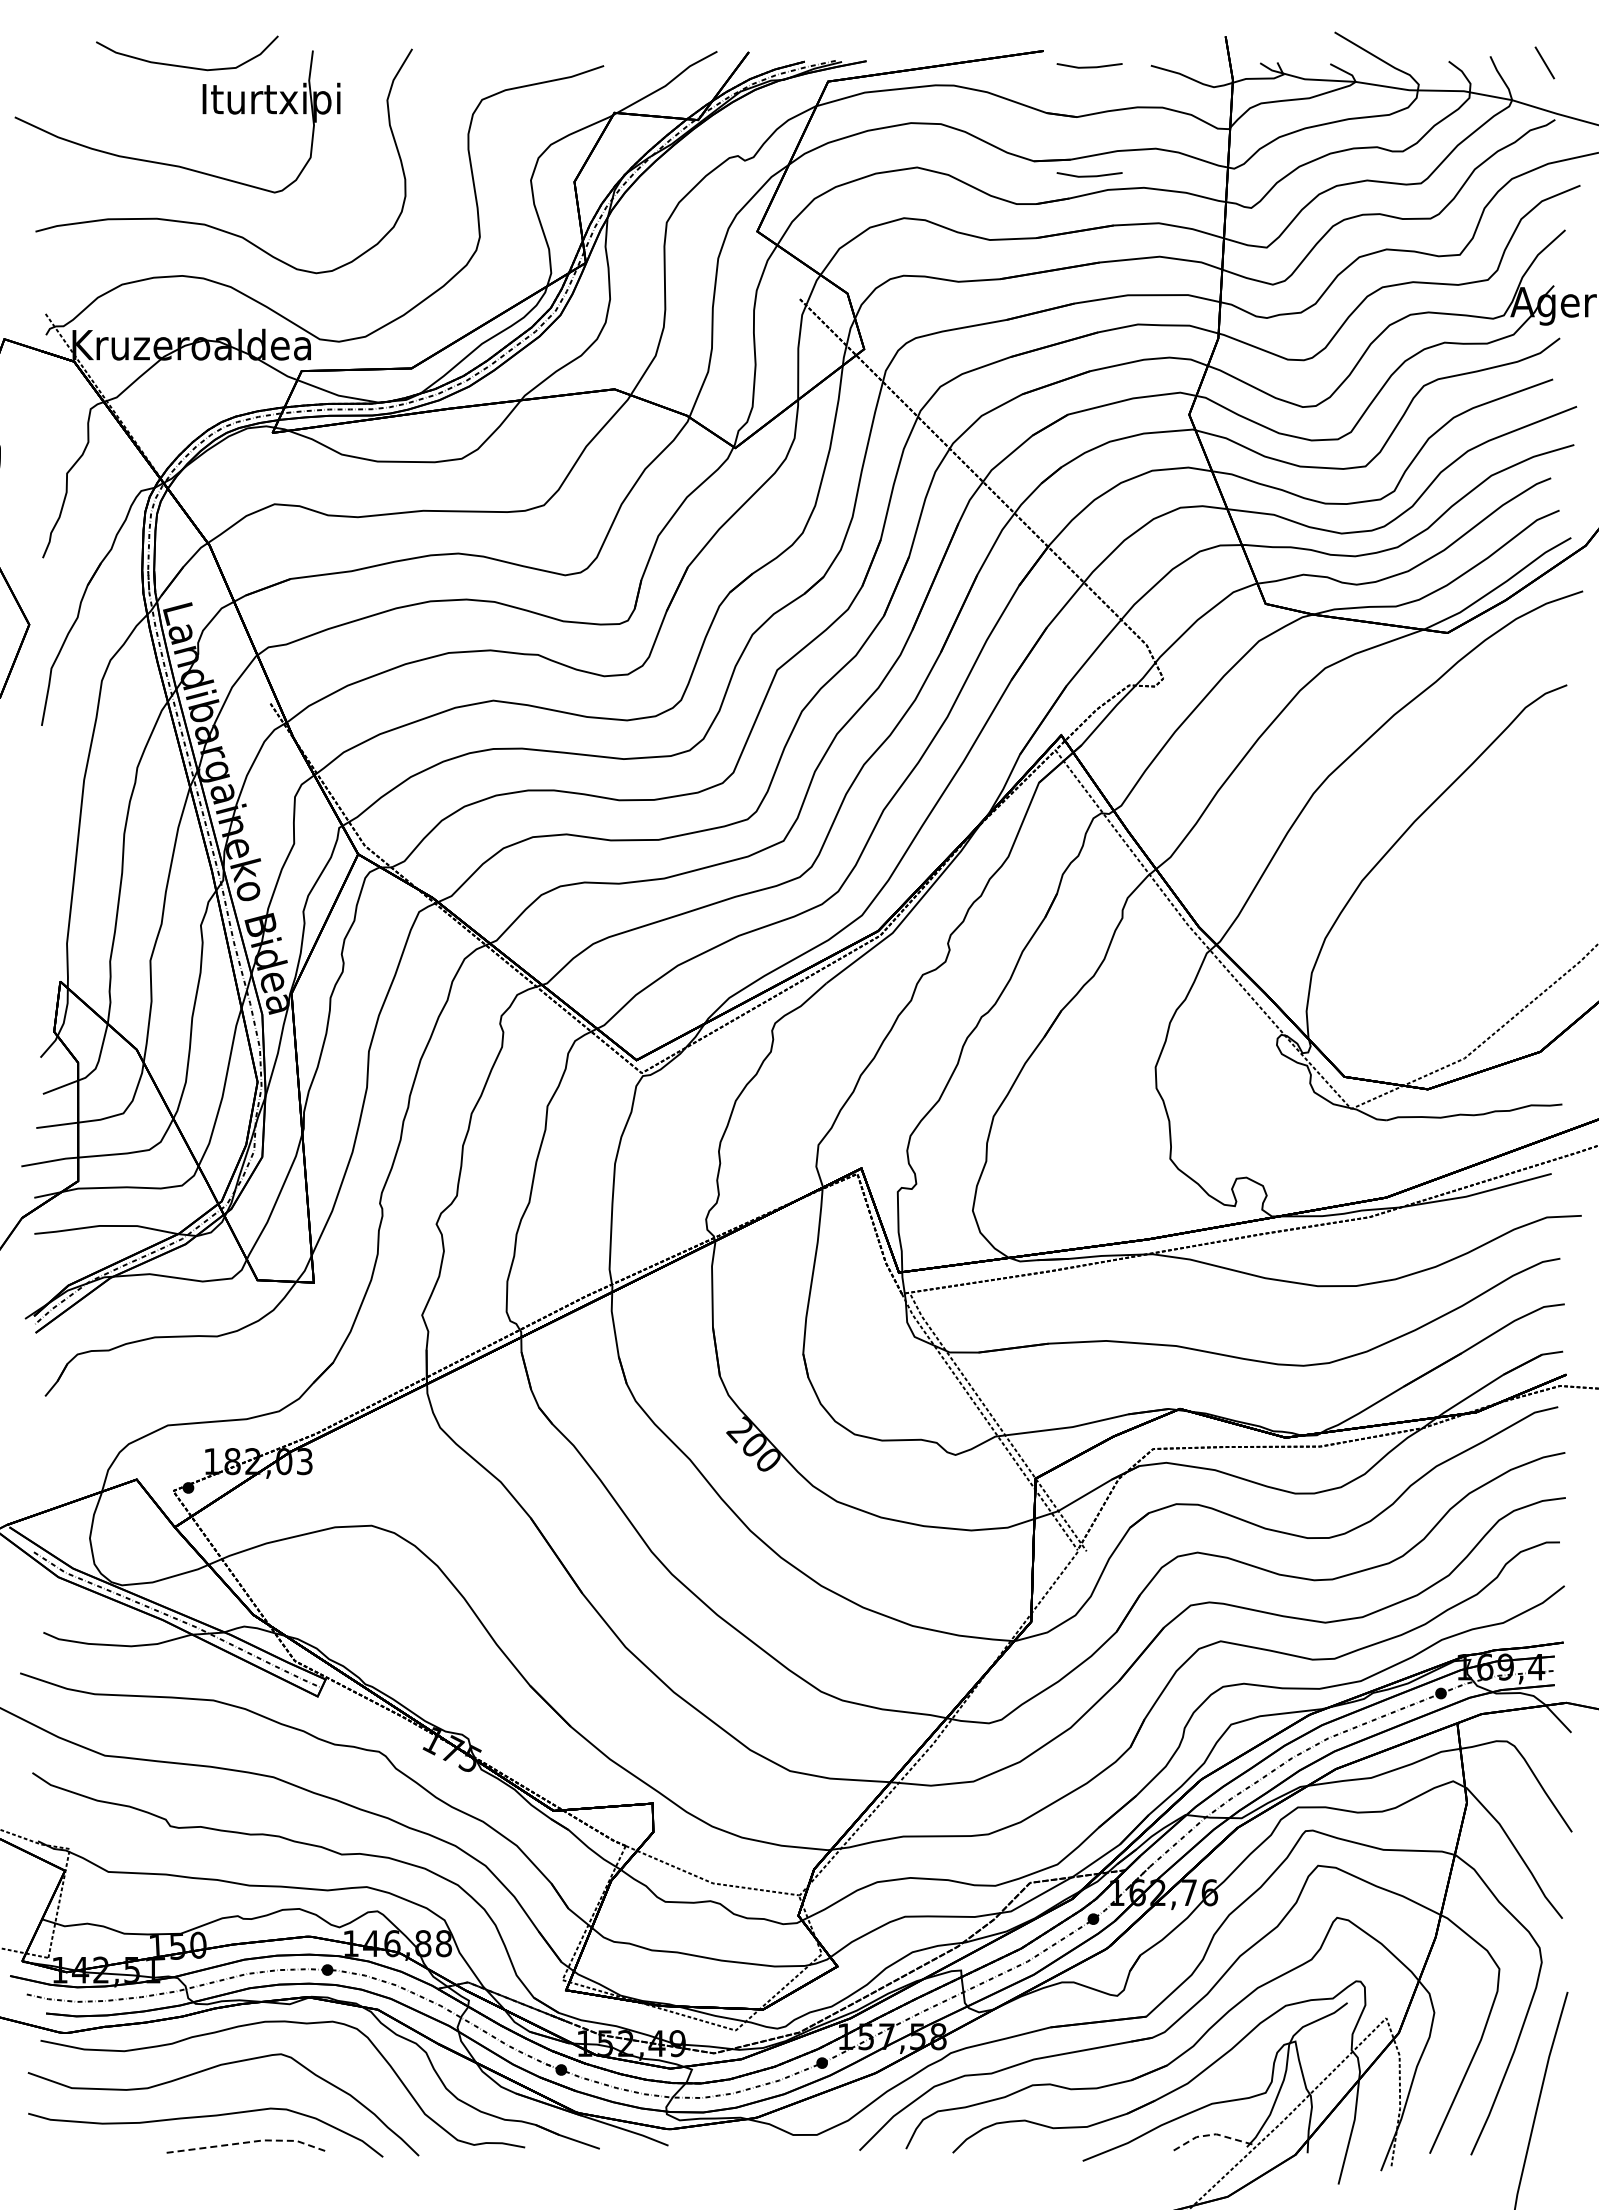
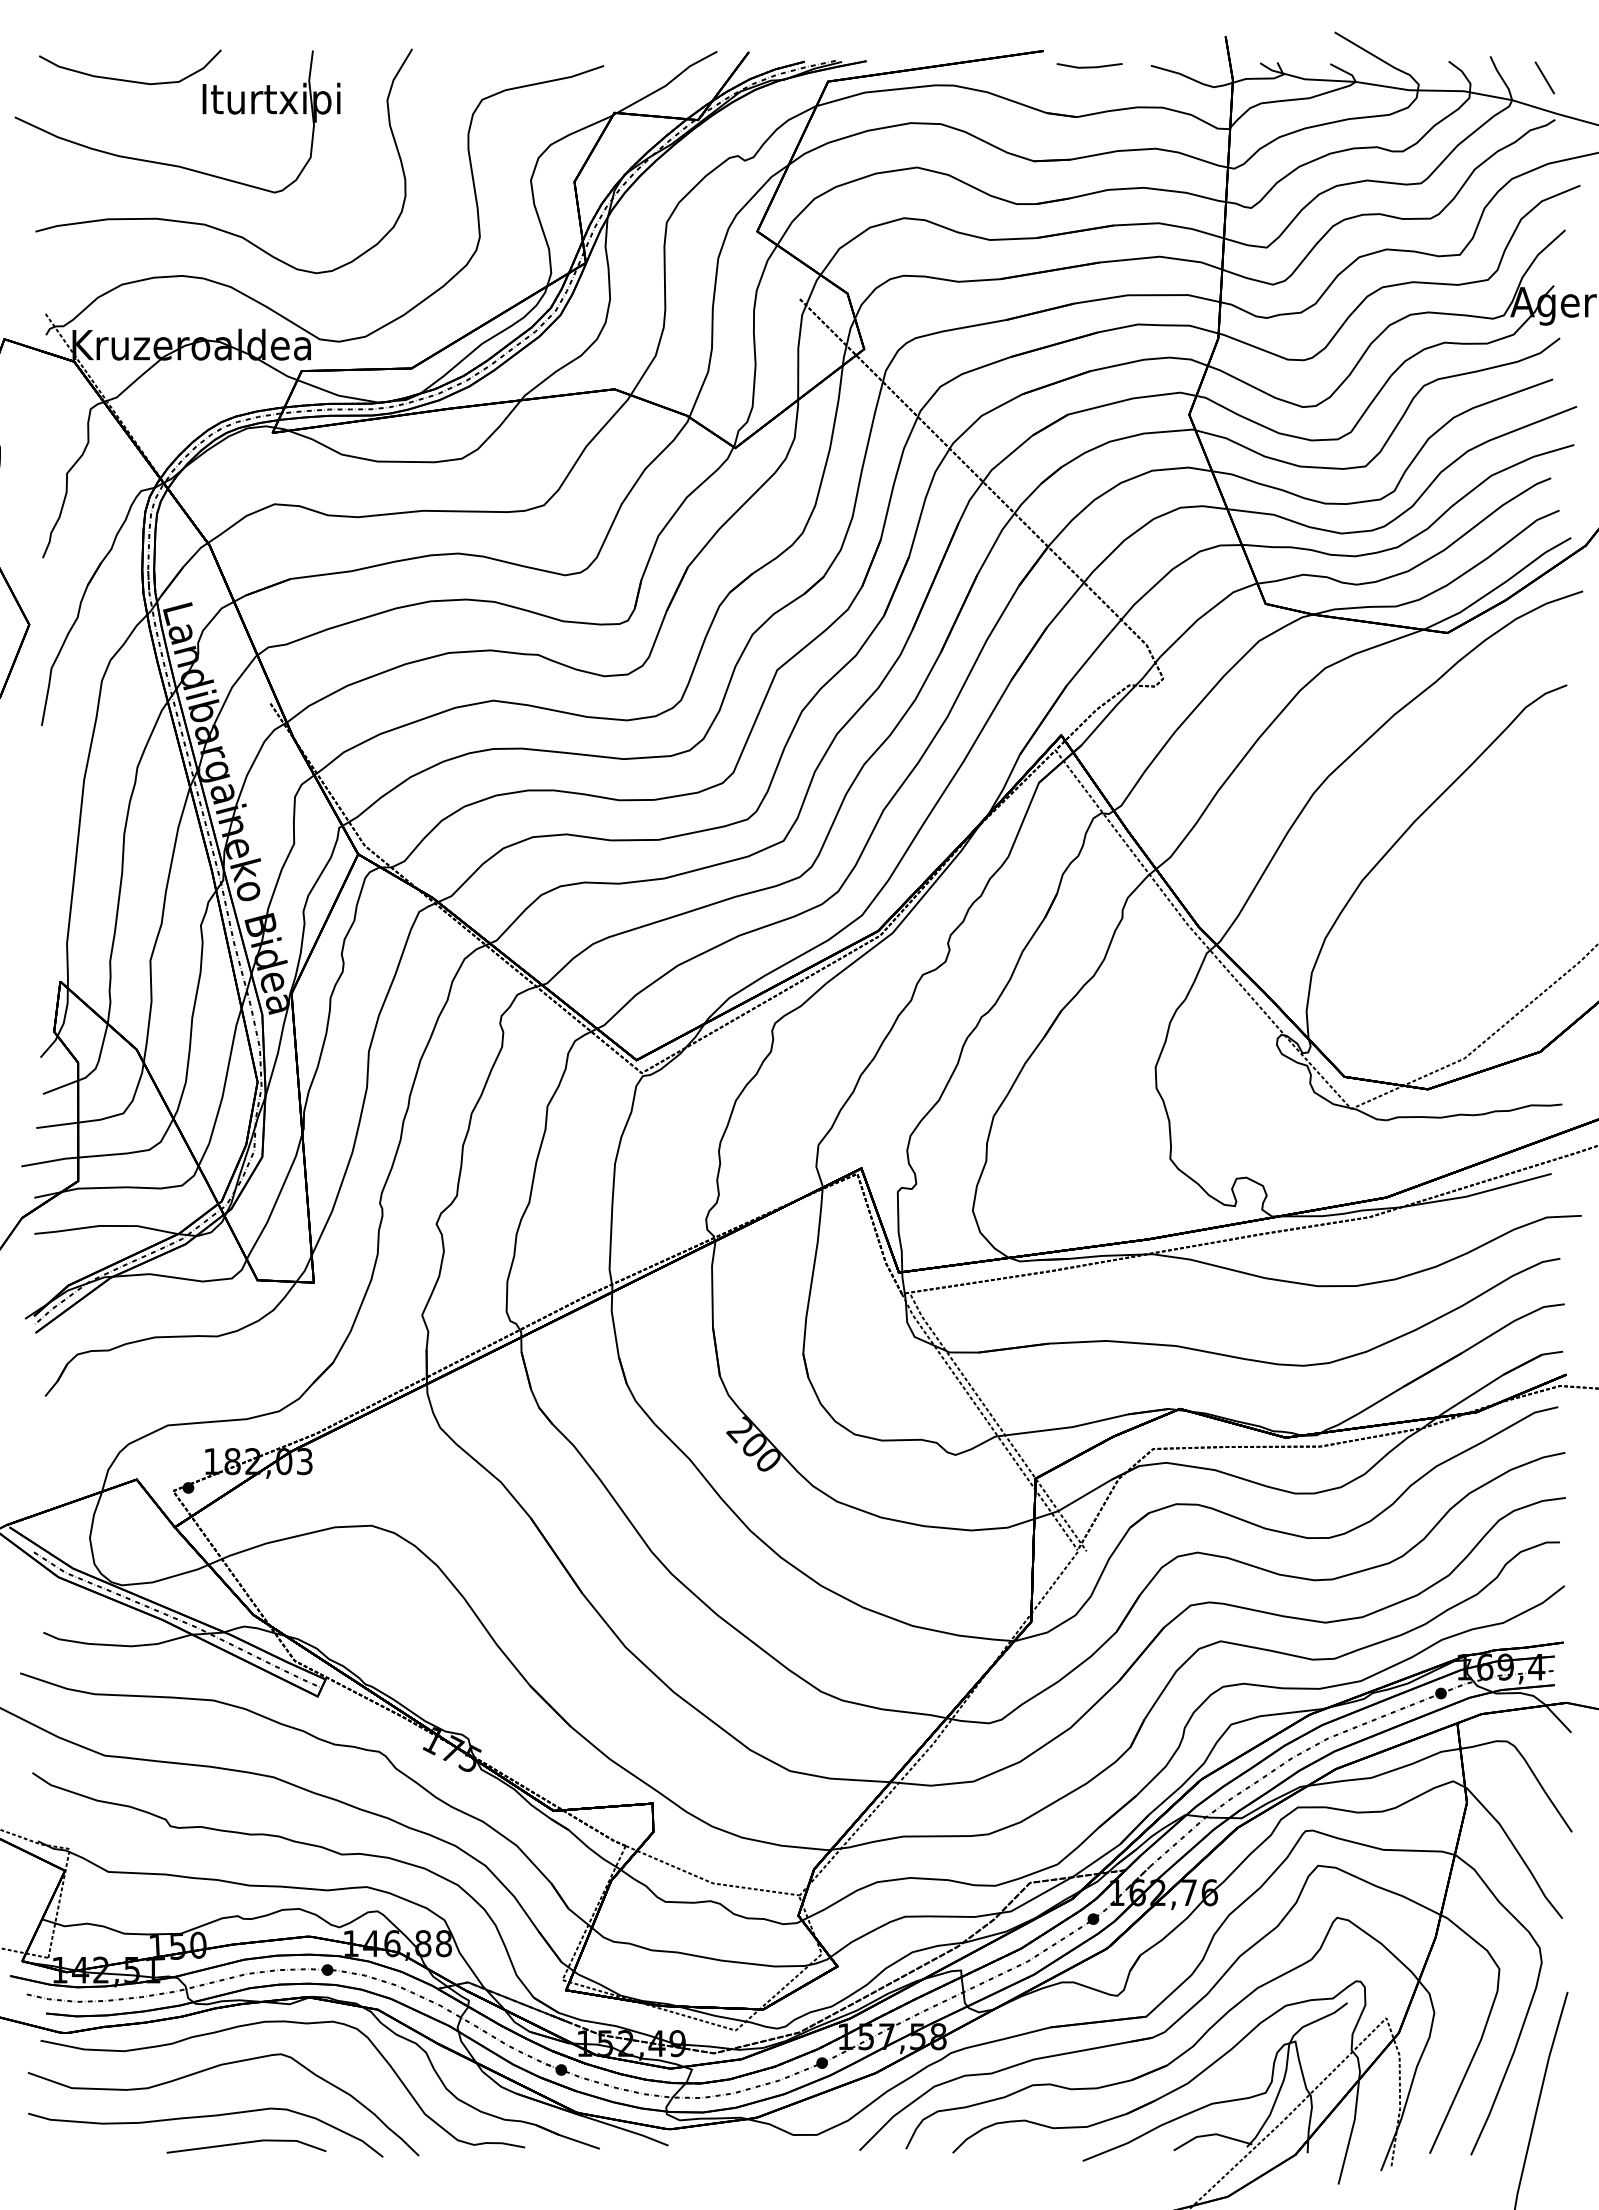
line at (1544, 62) position: (1544, 62) -> (1544, 77)
curve at (182, 65) position: (182, 65) -> (125, 79)
line at (1089, 175): present -> none
line at (1212, 2134): dashed -> solid
line at (248, 2142): dashed -> solid
